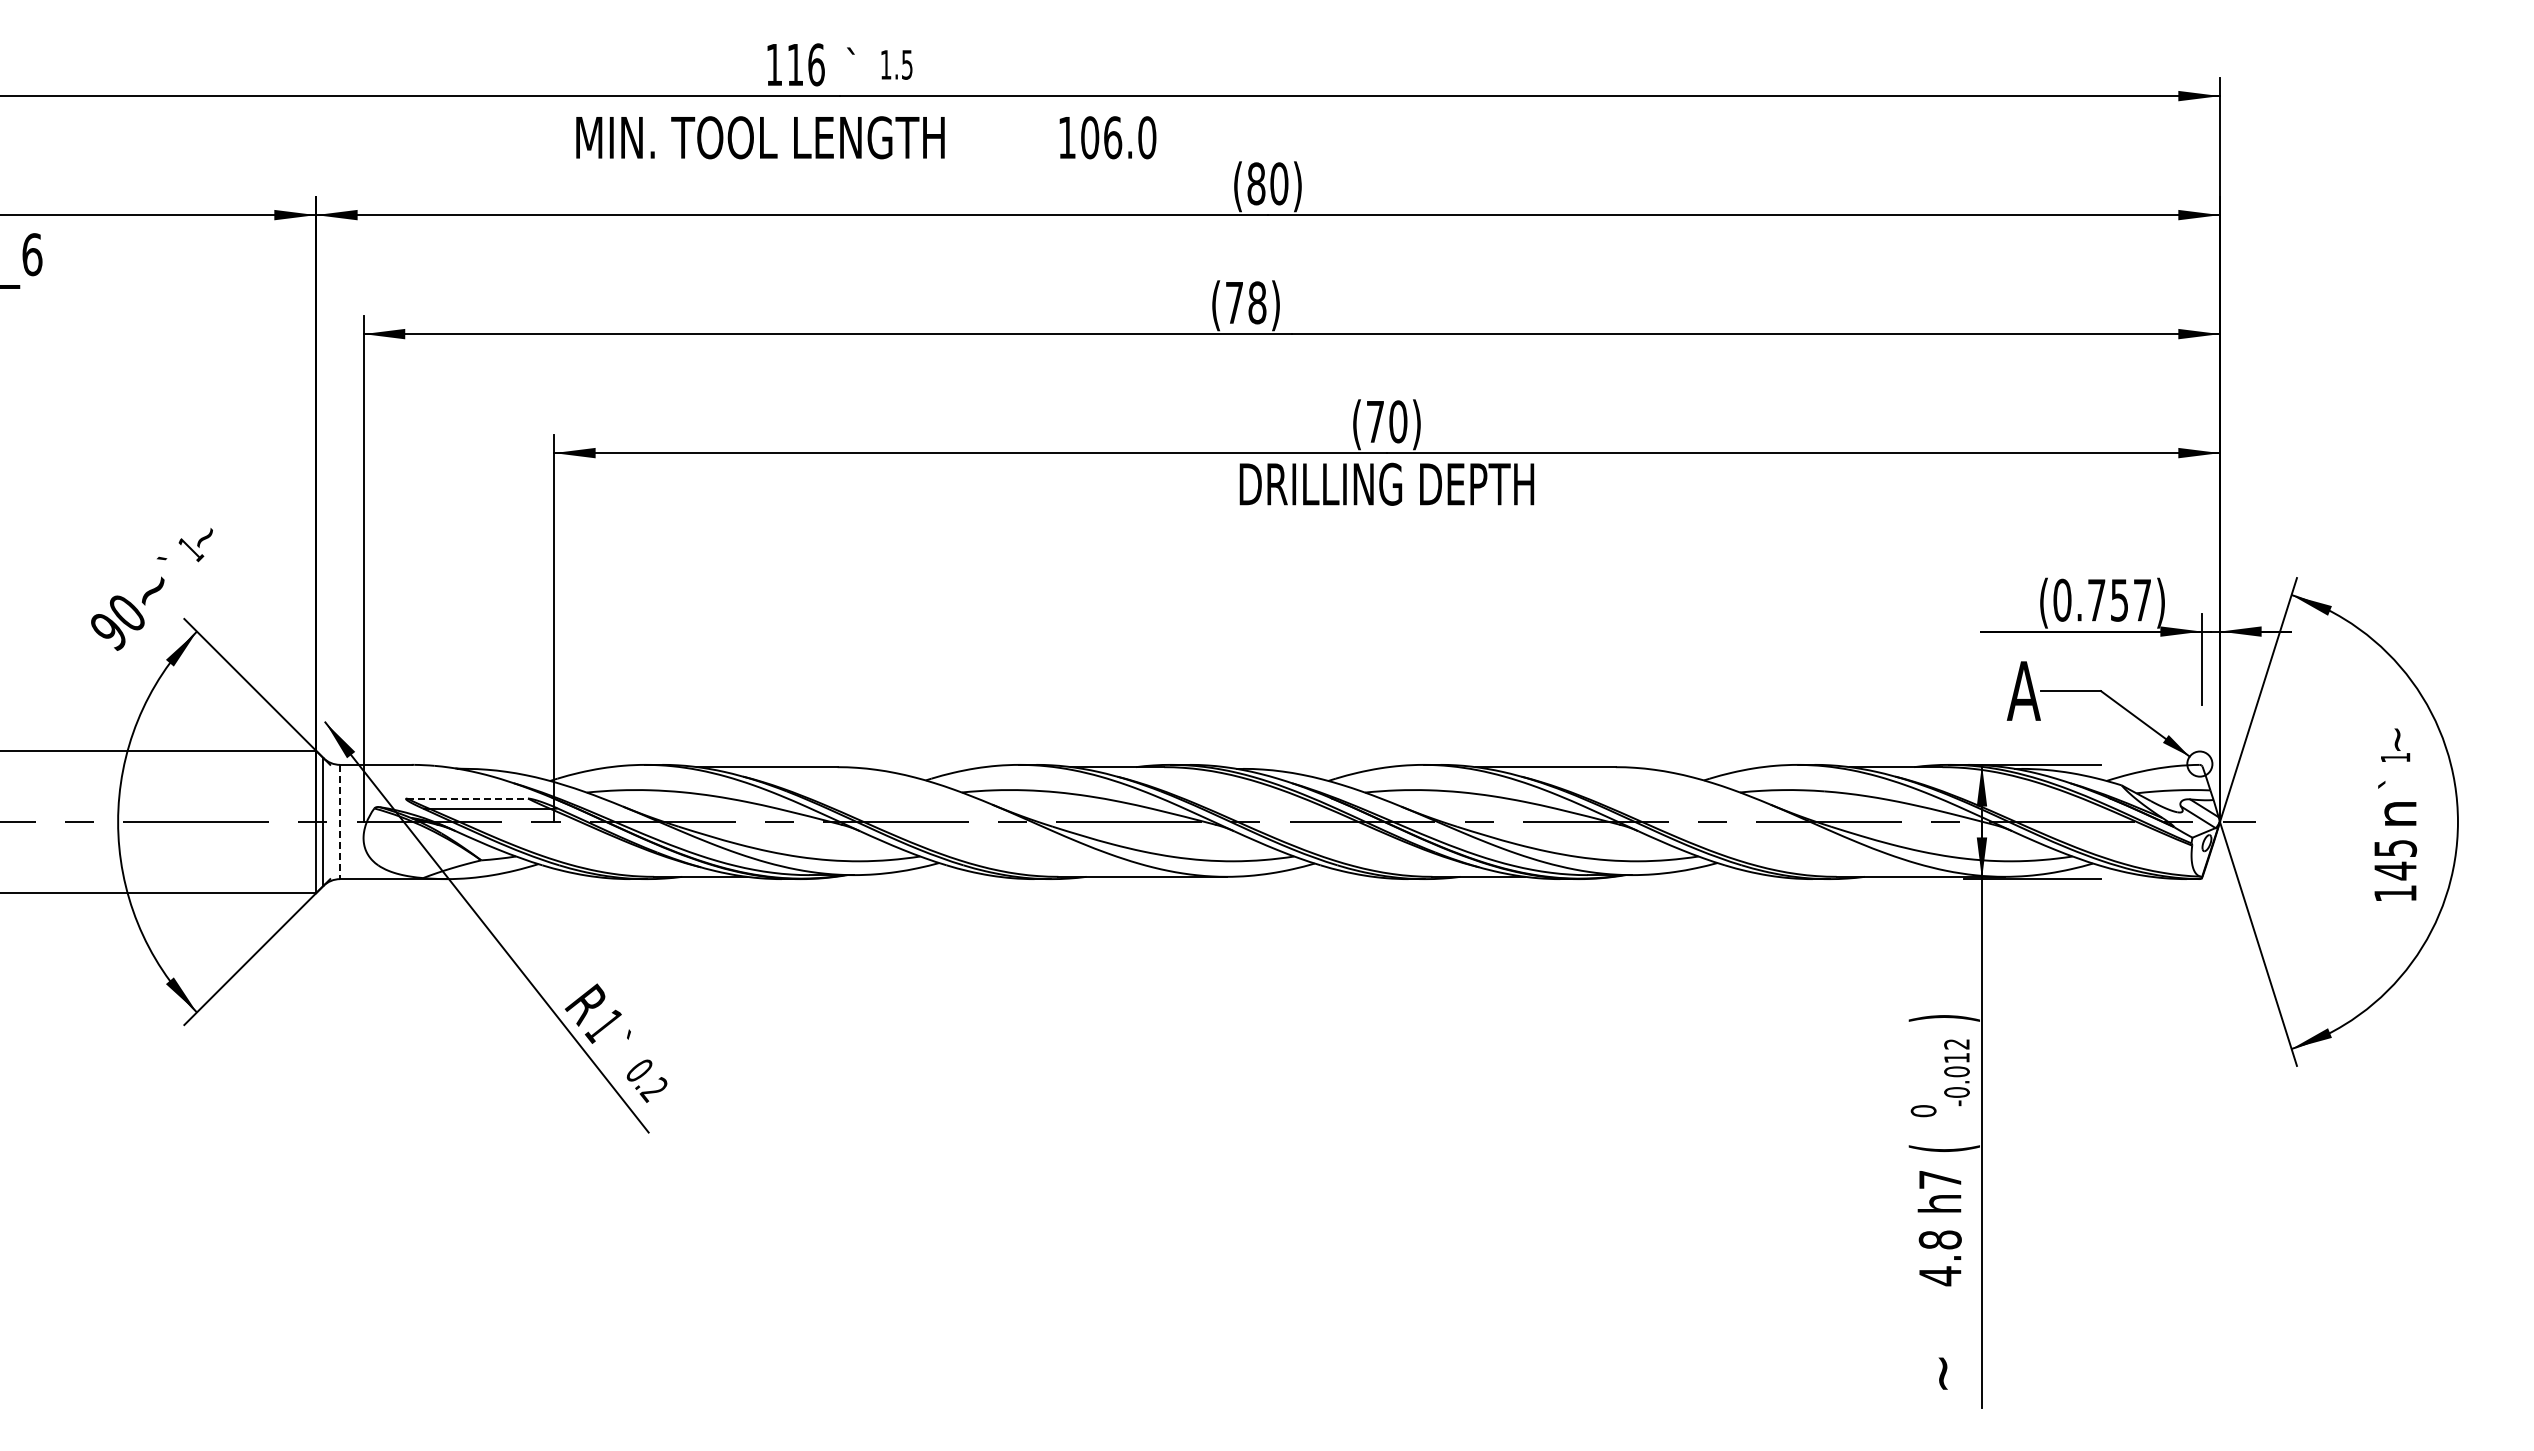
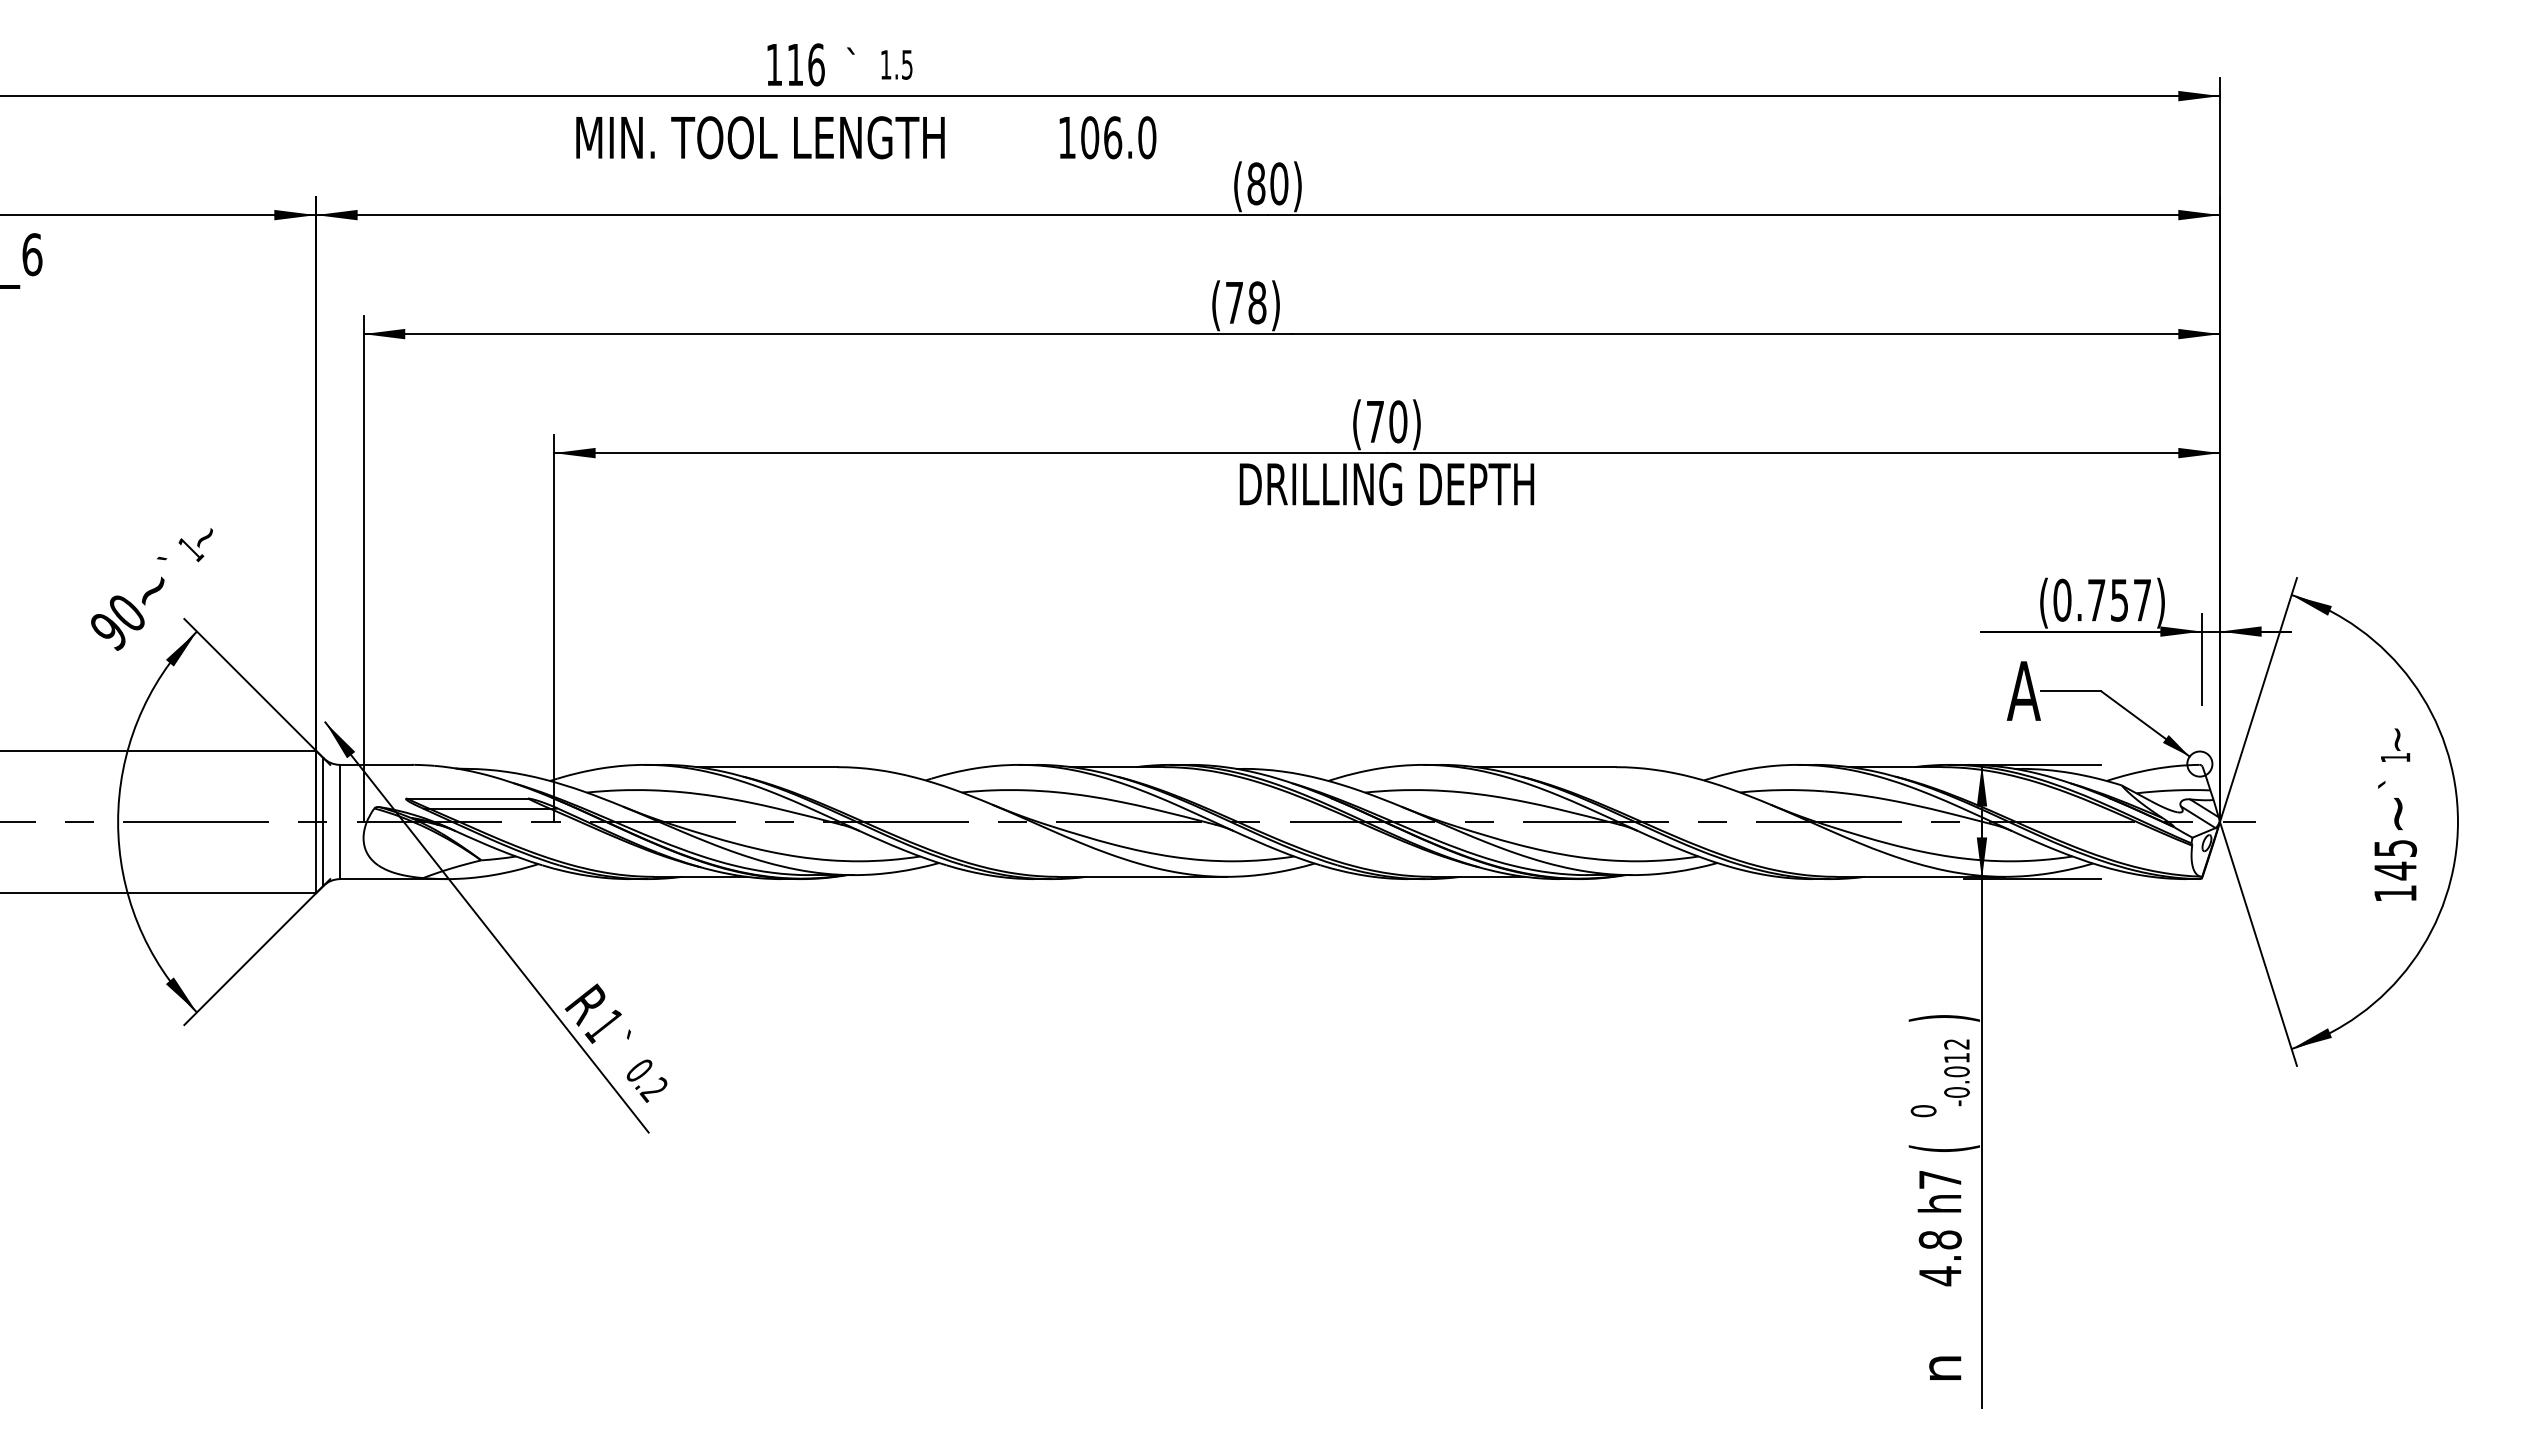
line at (468, 798): dashed -> solid
text at (2400, 814): n -> ~
line at (340, 822): dashed -> solid
text at (1945, 1372): ~ -> n
